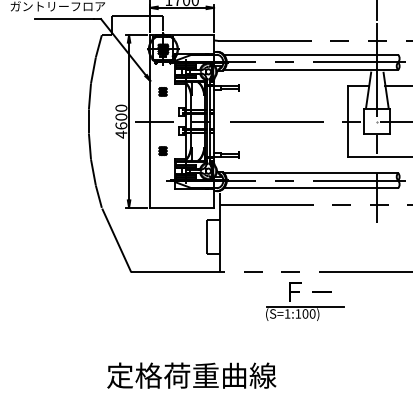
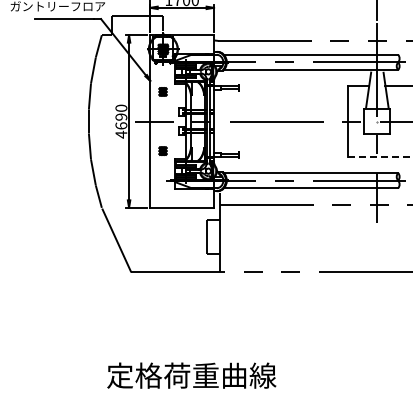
text at (121, 116): 4600 -> 4690
line at (381, 157): solid -> dashed
part at (305, 301): present -> none
